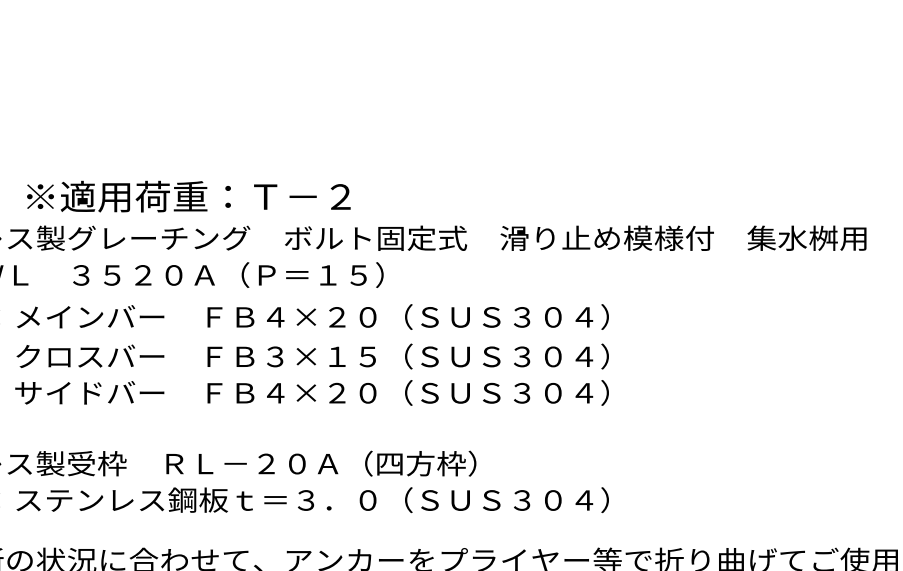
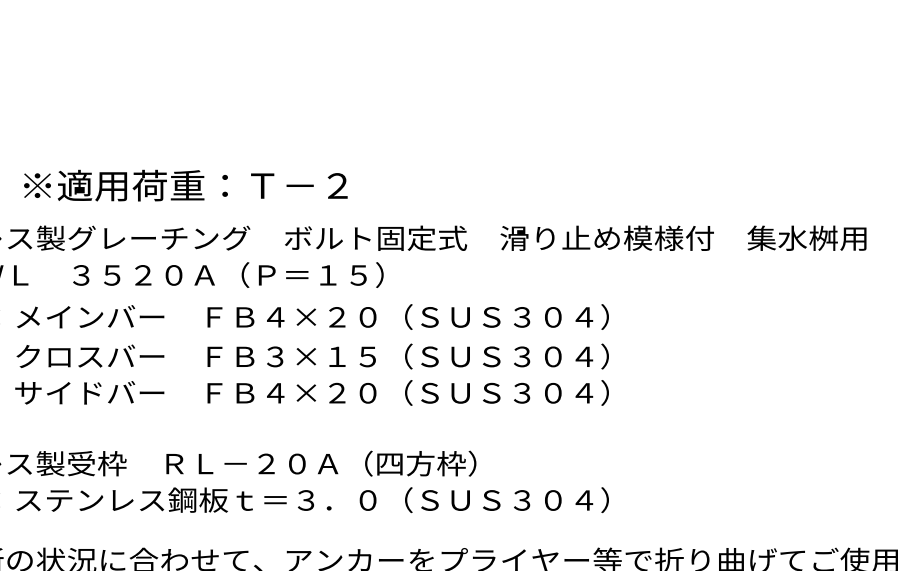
text at (188, 196) position: (188, 196) -> (185, 185)
